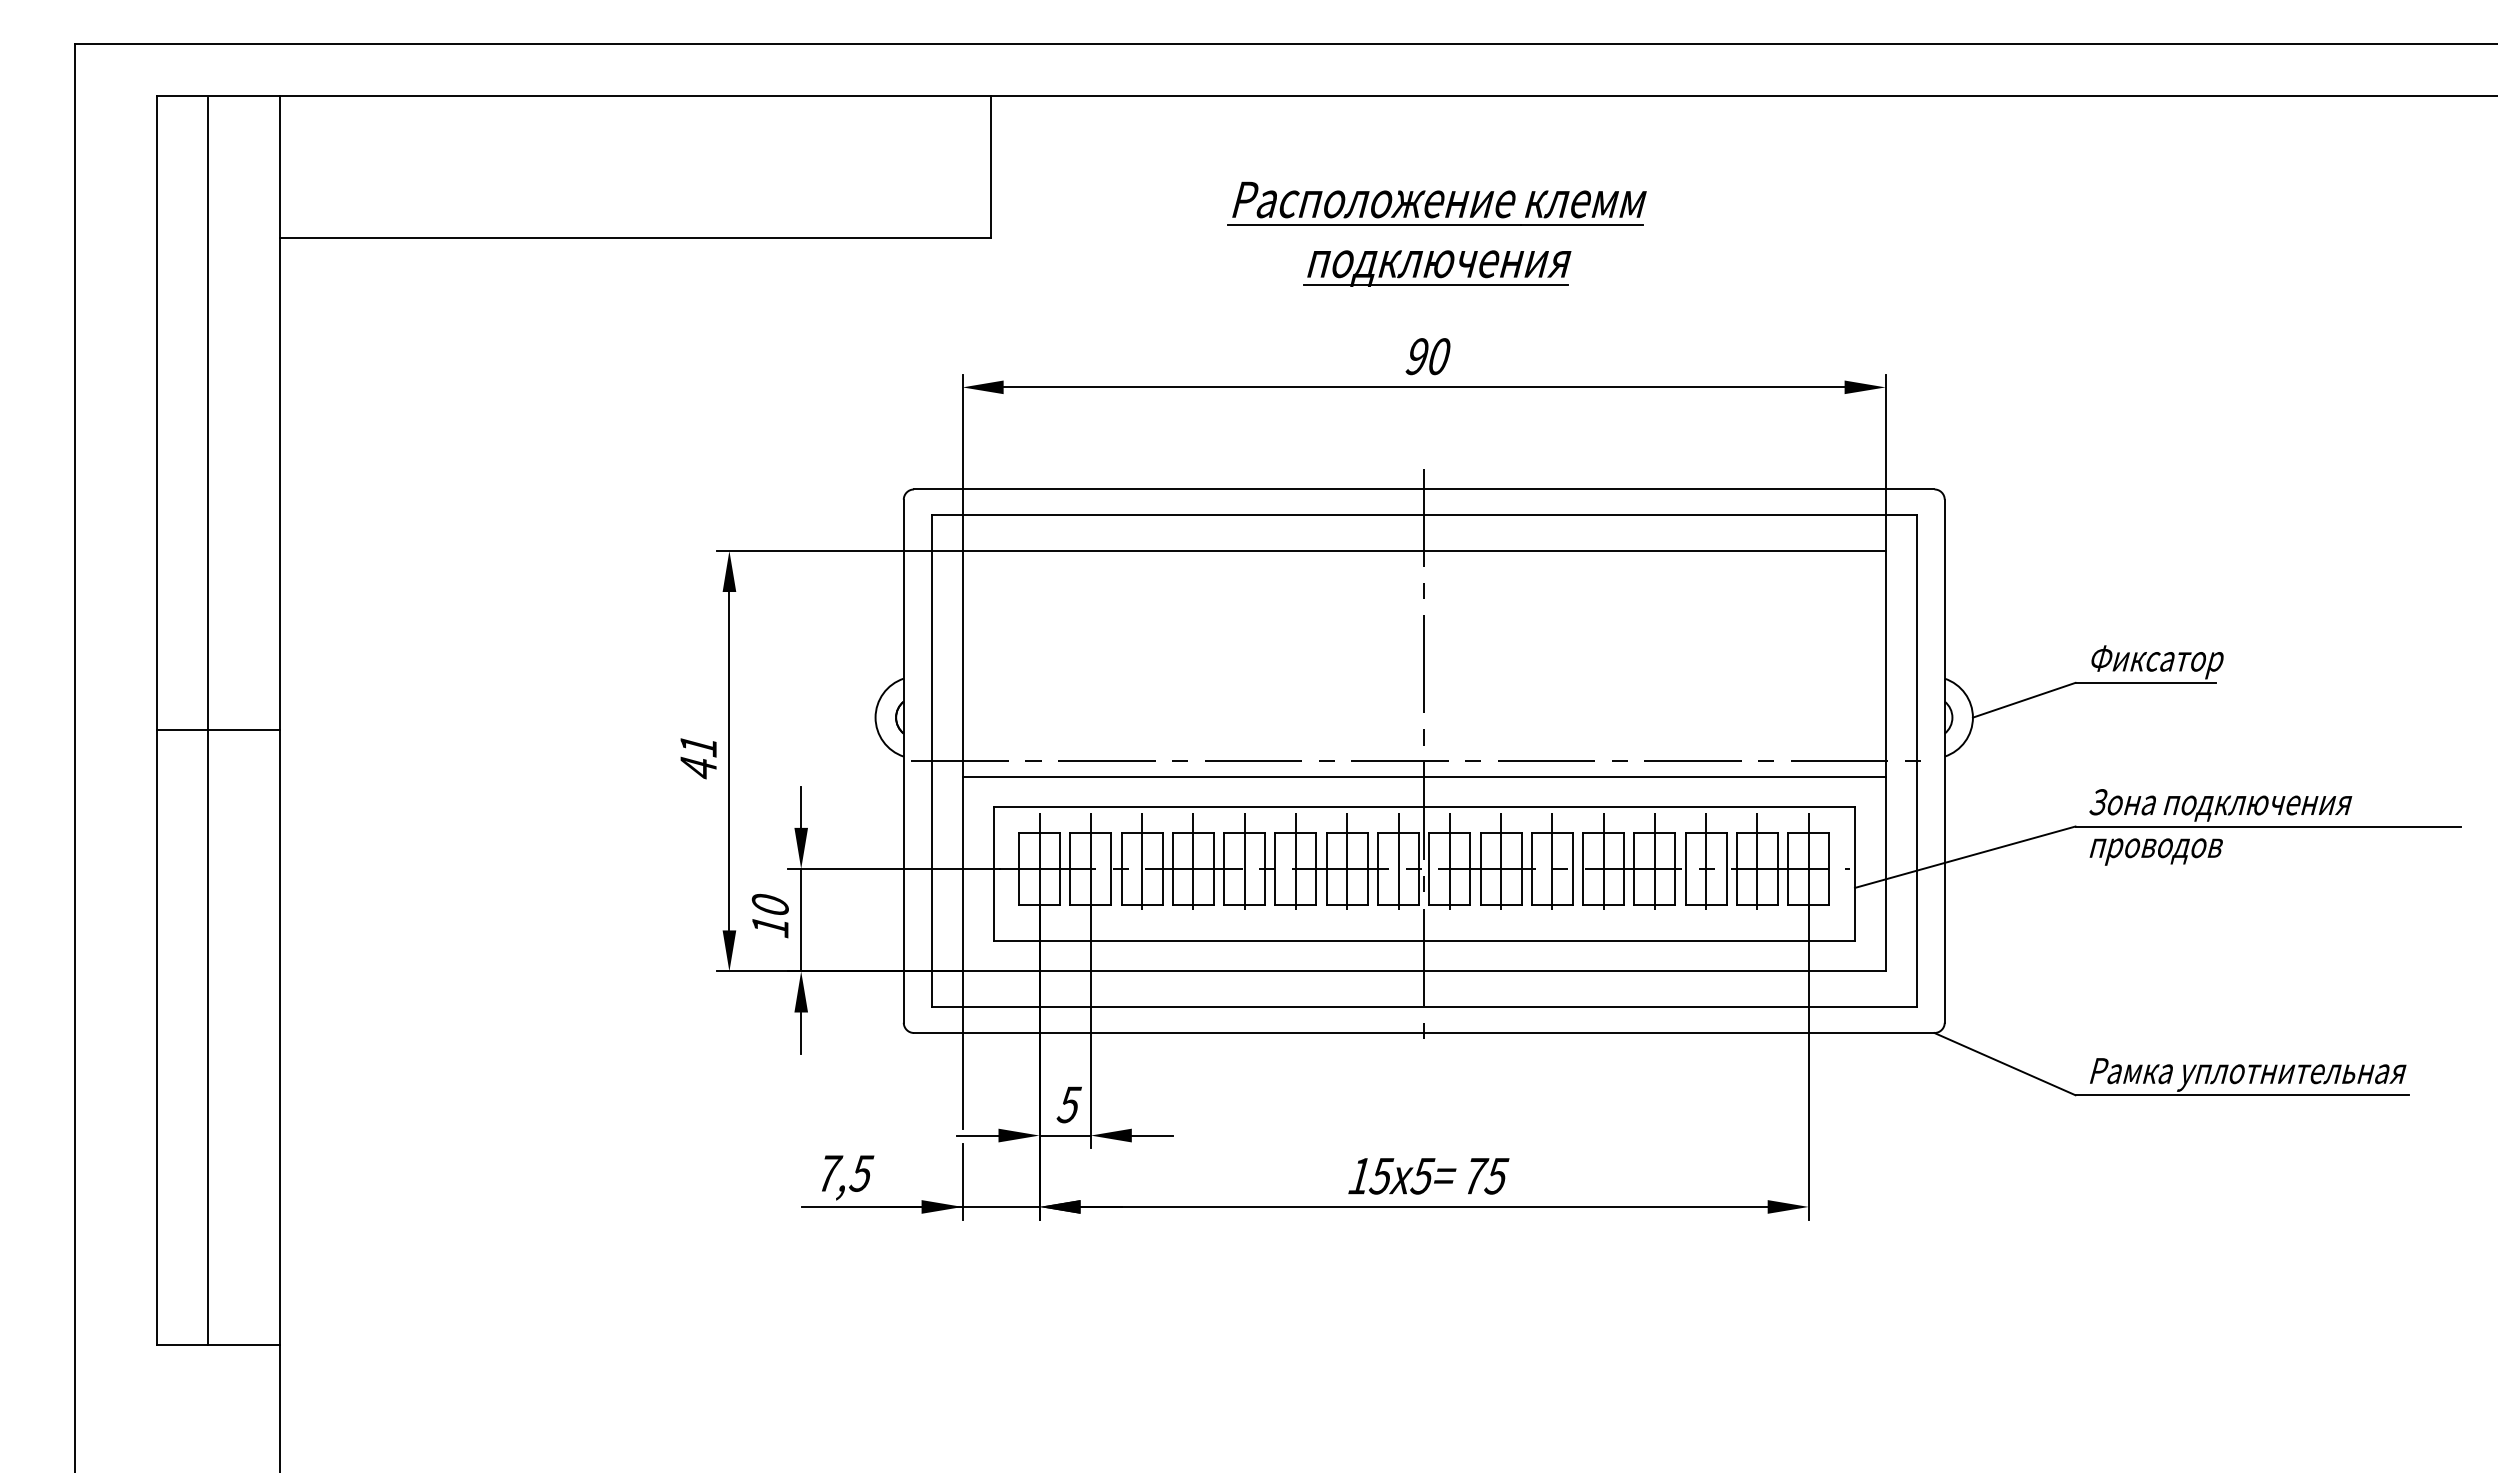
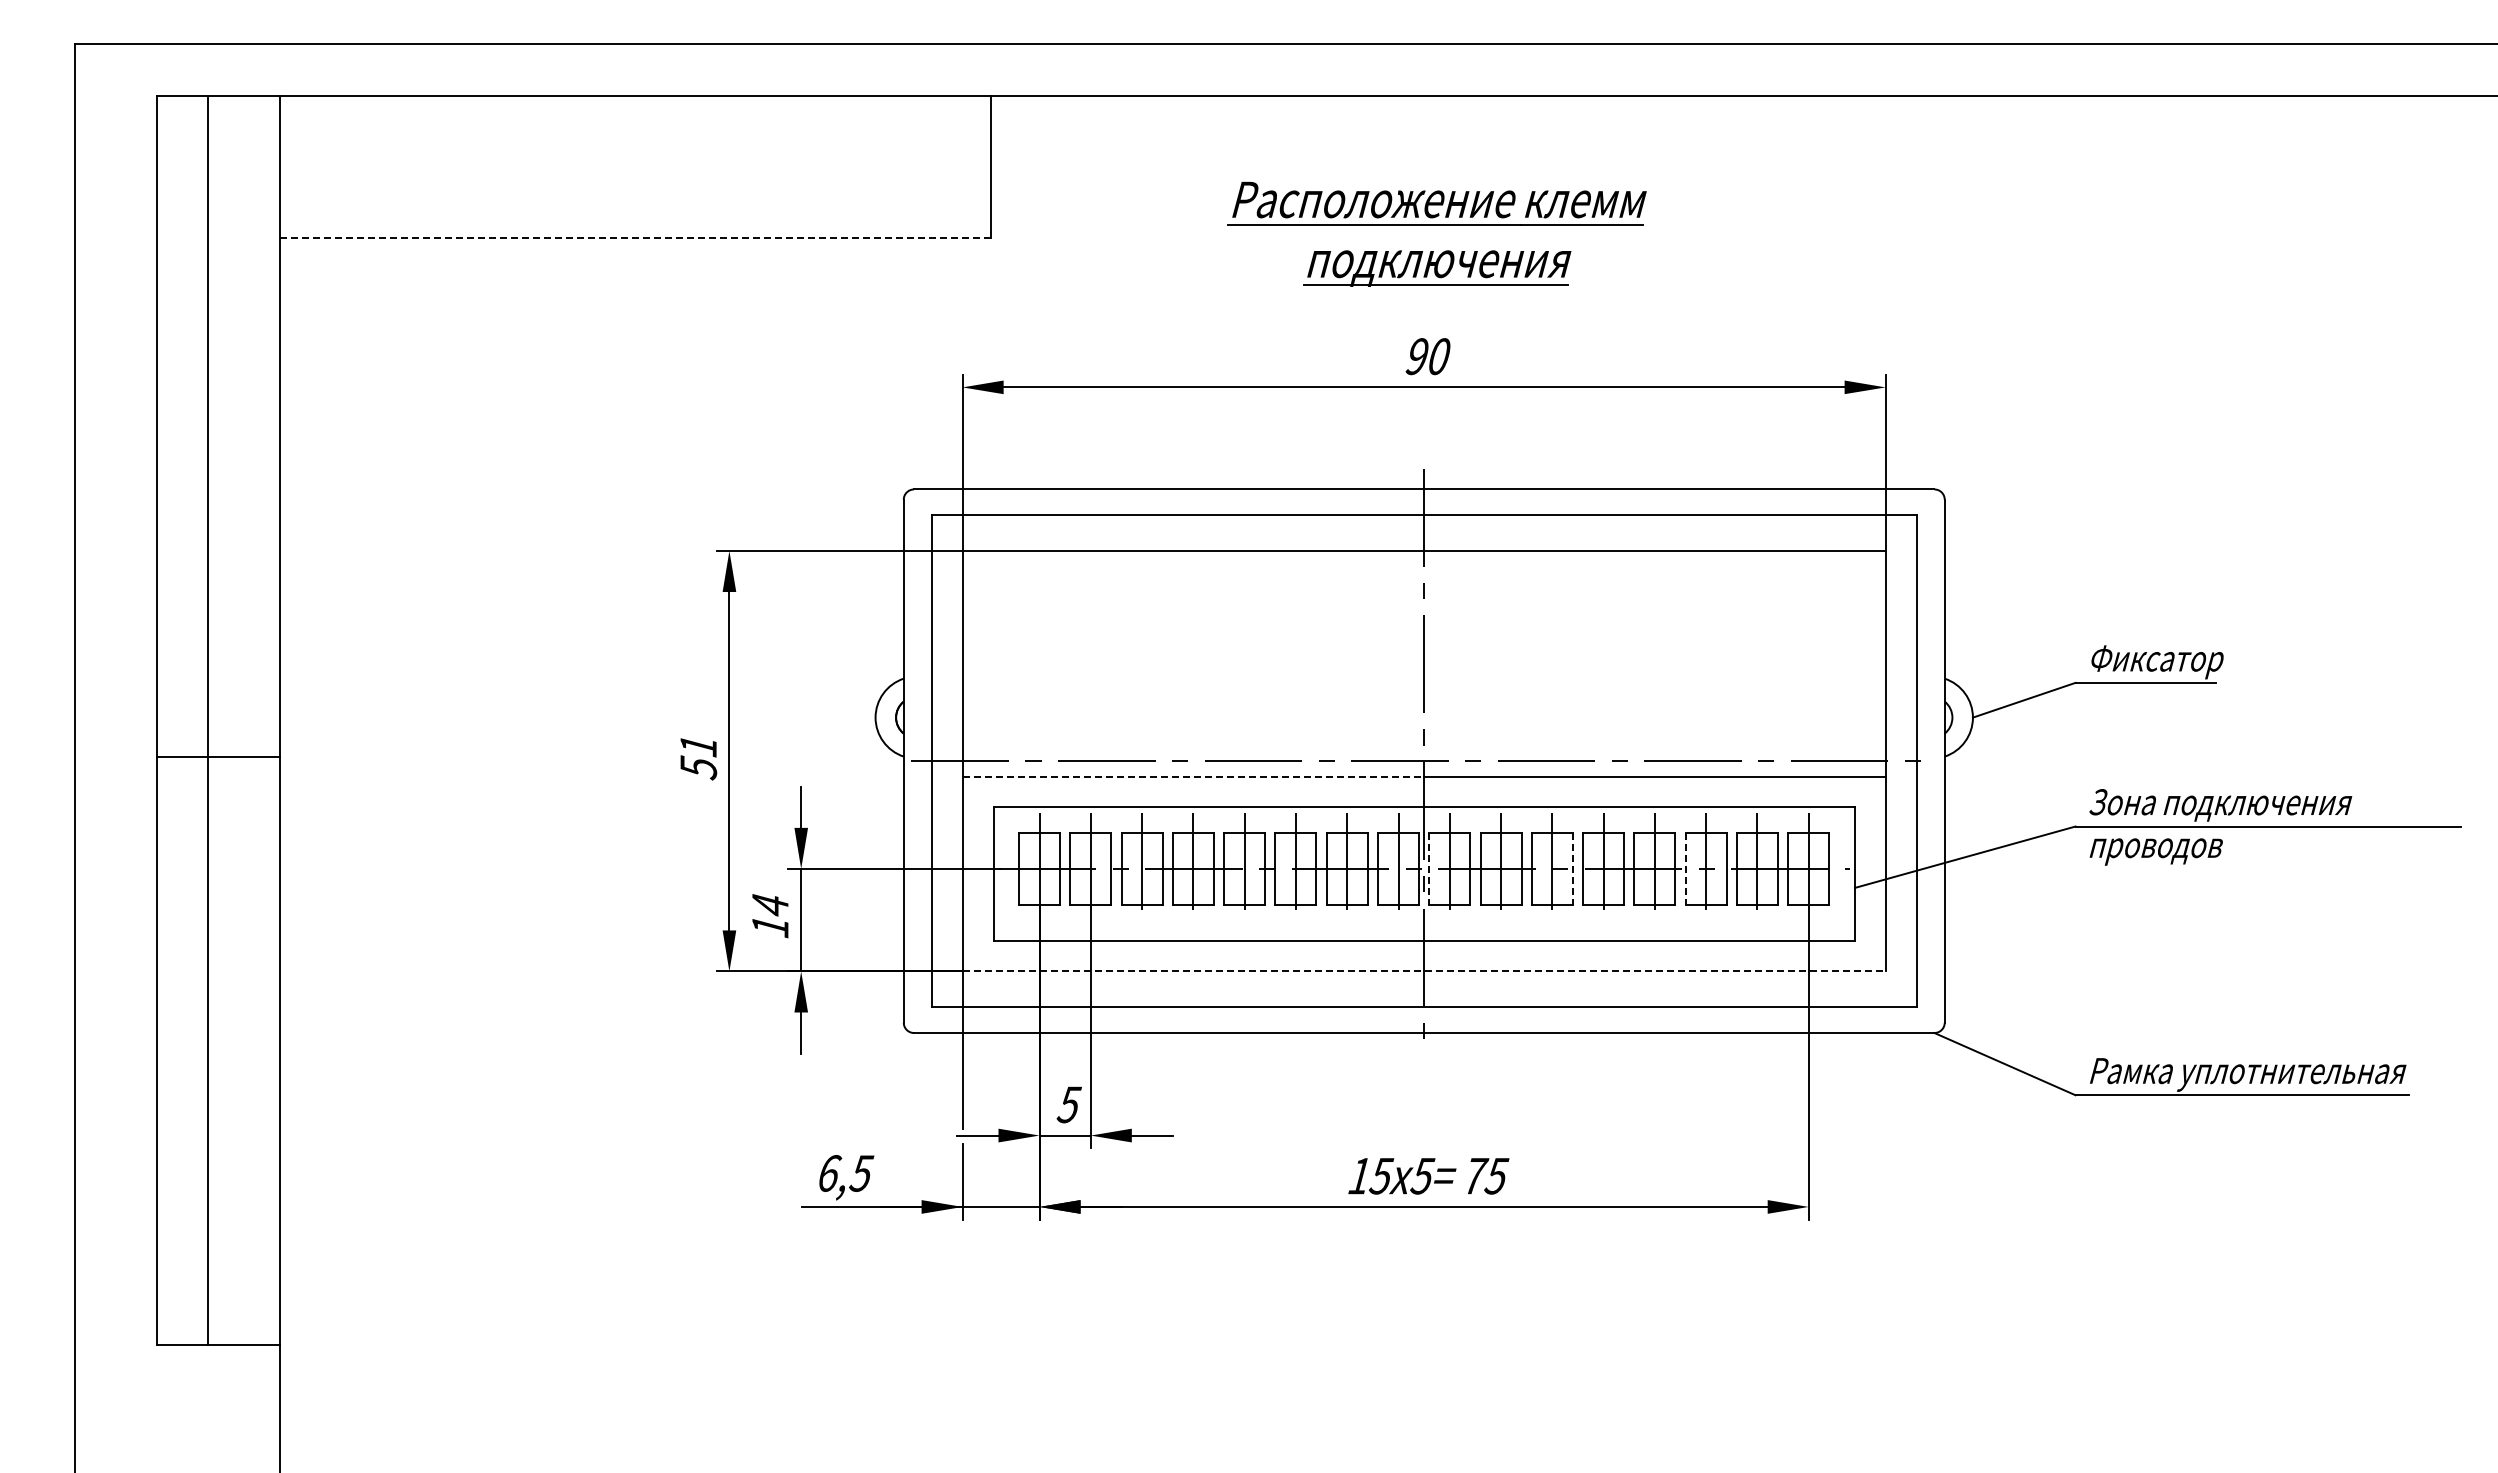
line at (635, 238): solid -> dashed
line at (218, 729) position: (218, 729) -> (218, 756)
text at (698, 767): 41 -> 51
line at (1193, 776): solid -> dashed
line at (1429, 868): solid -> dashed
line at (1572, 868): solid -> dashed
line at (1685, 868): solid -> dashed
text at (769, 904): 10 -> 14
line at (1424, 971): solid -> dashed
text at (831, 1173): 7,5 -> 6,5
